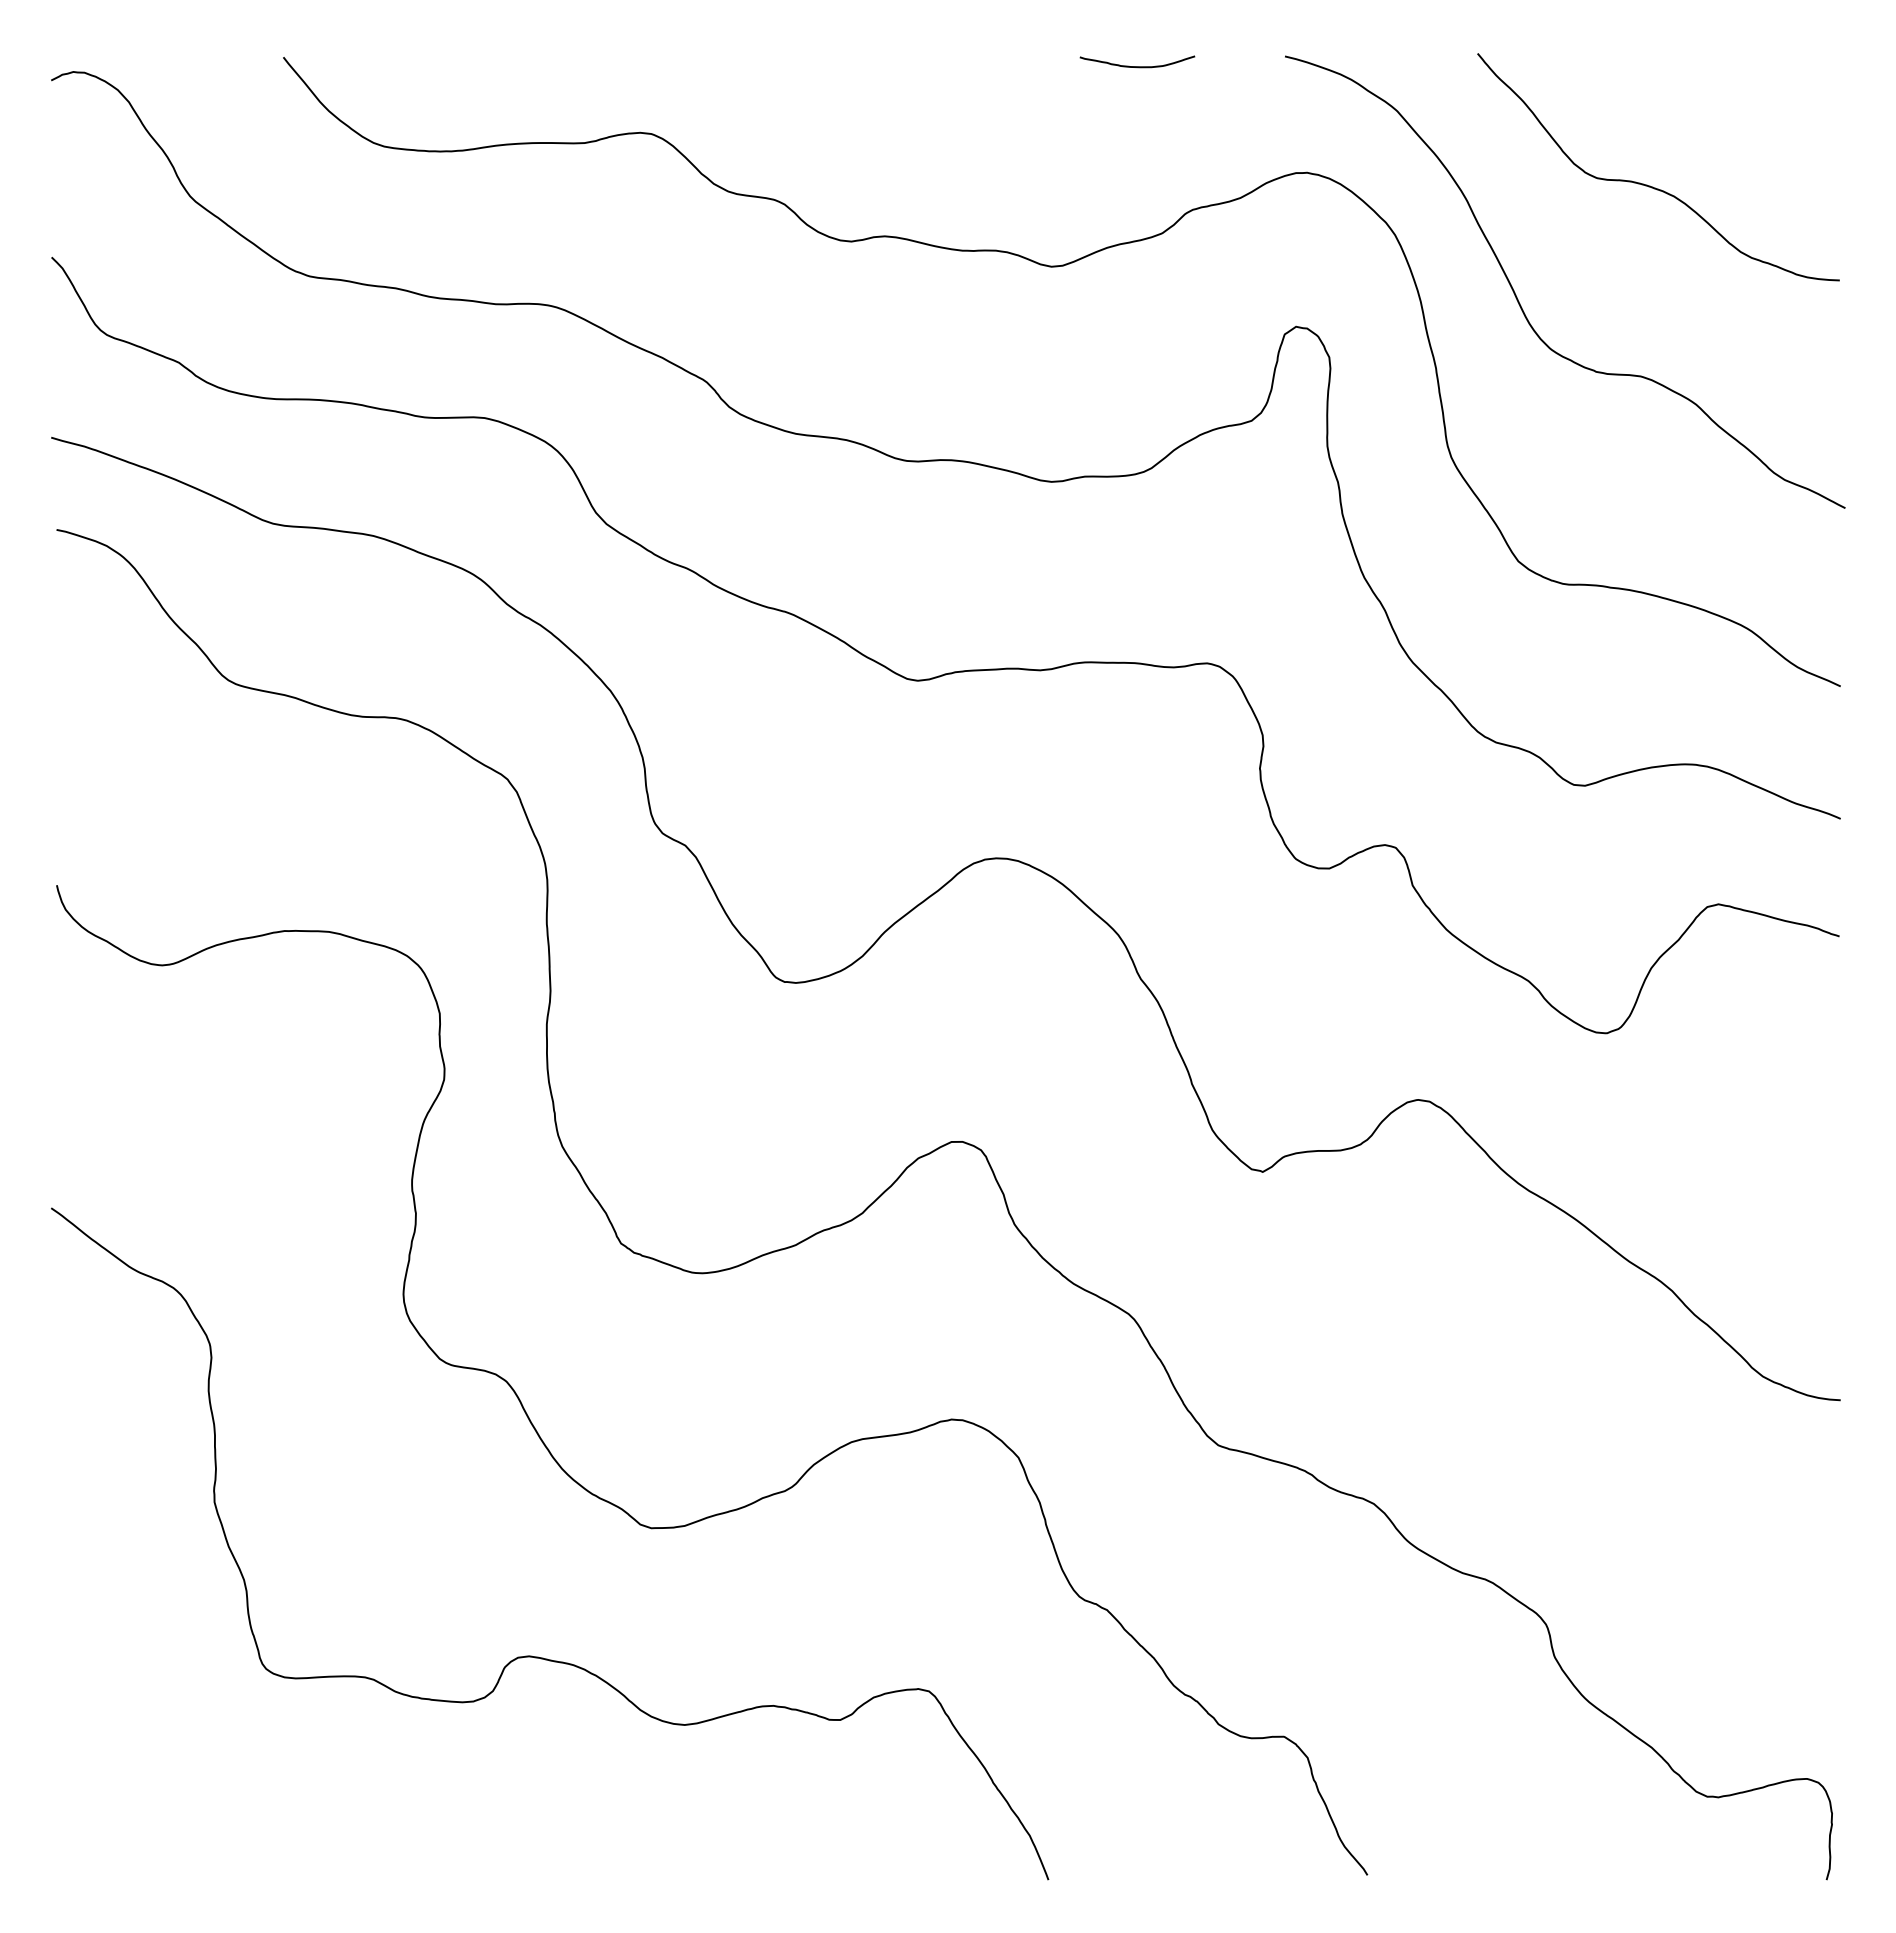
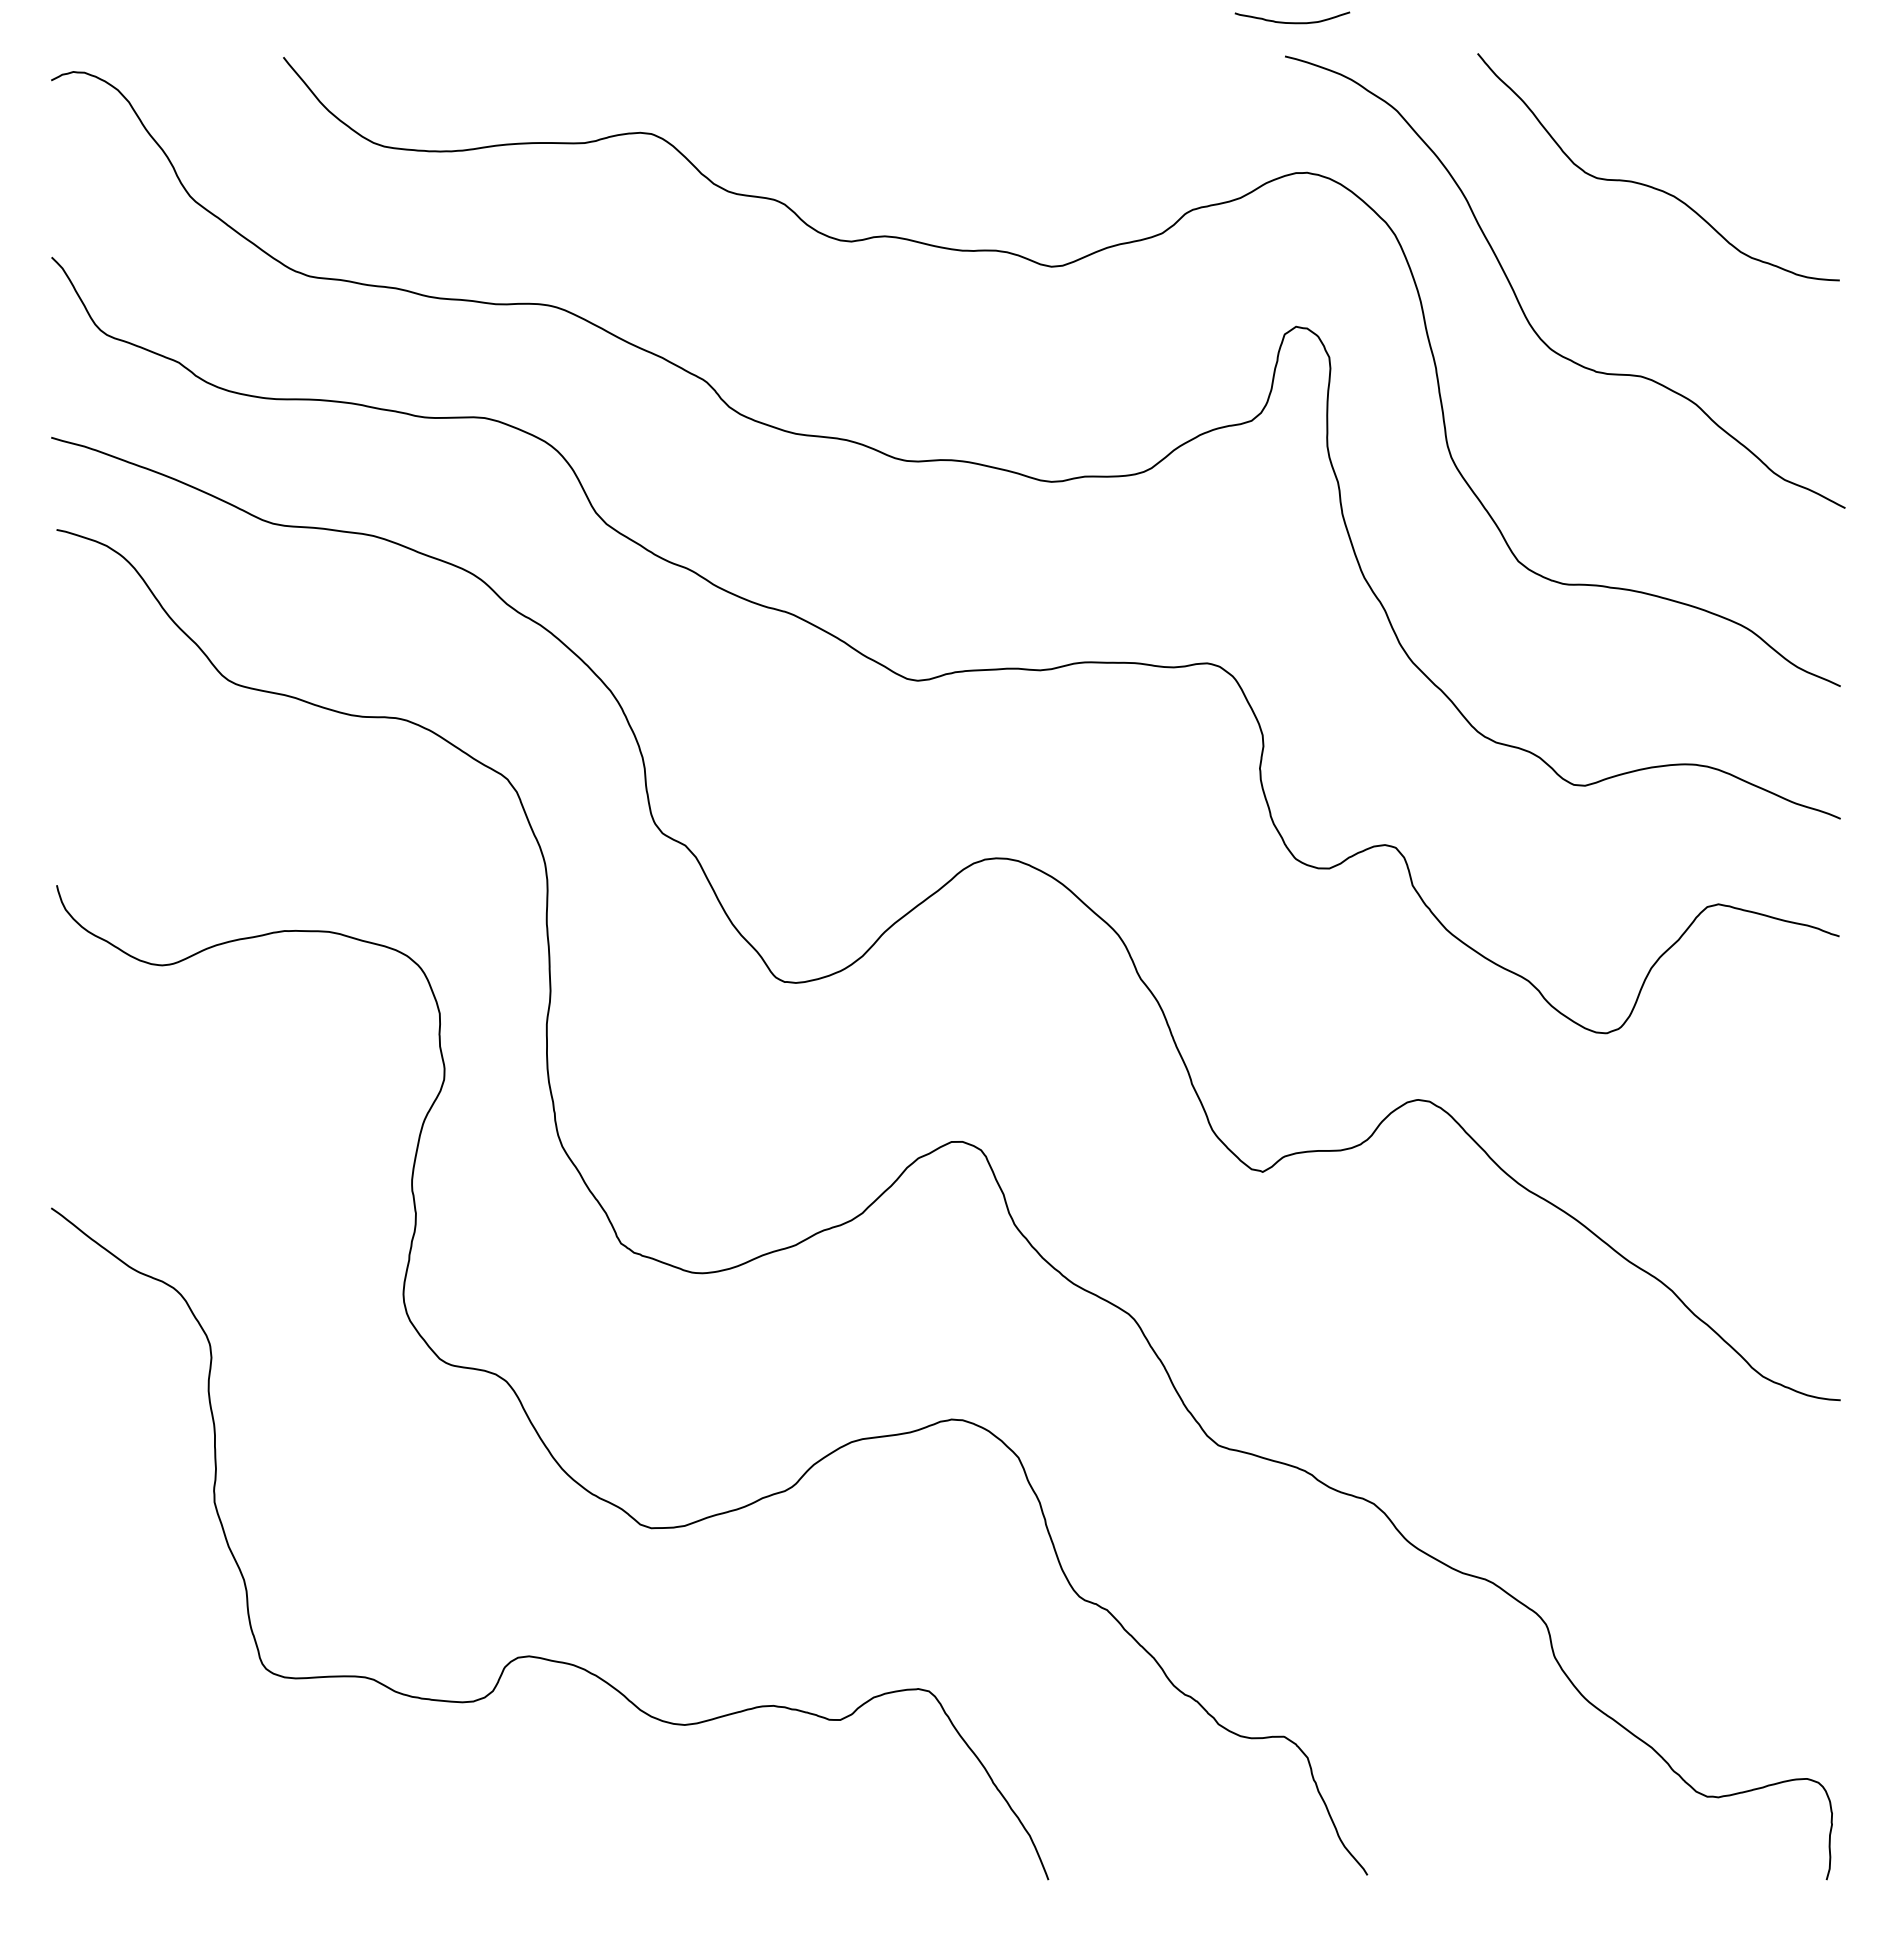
curve at (1137, 66) position: (1137, 66) -> (1292, 22)
